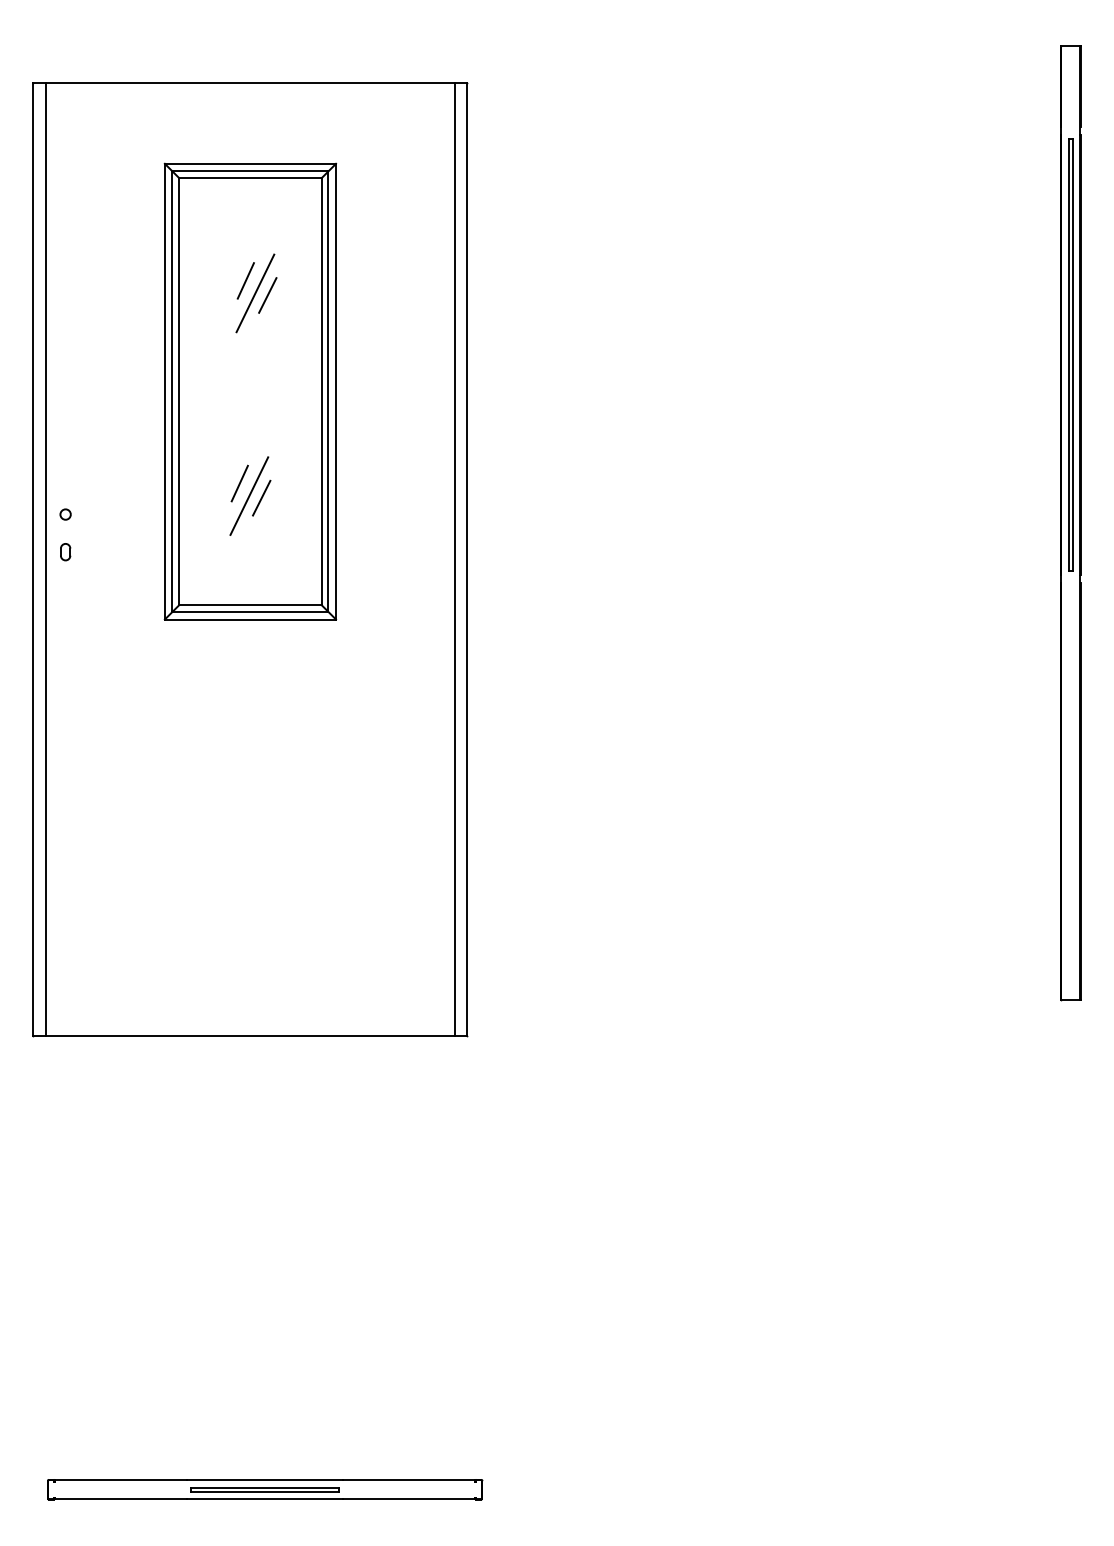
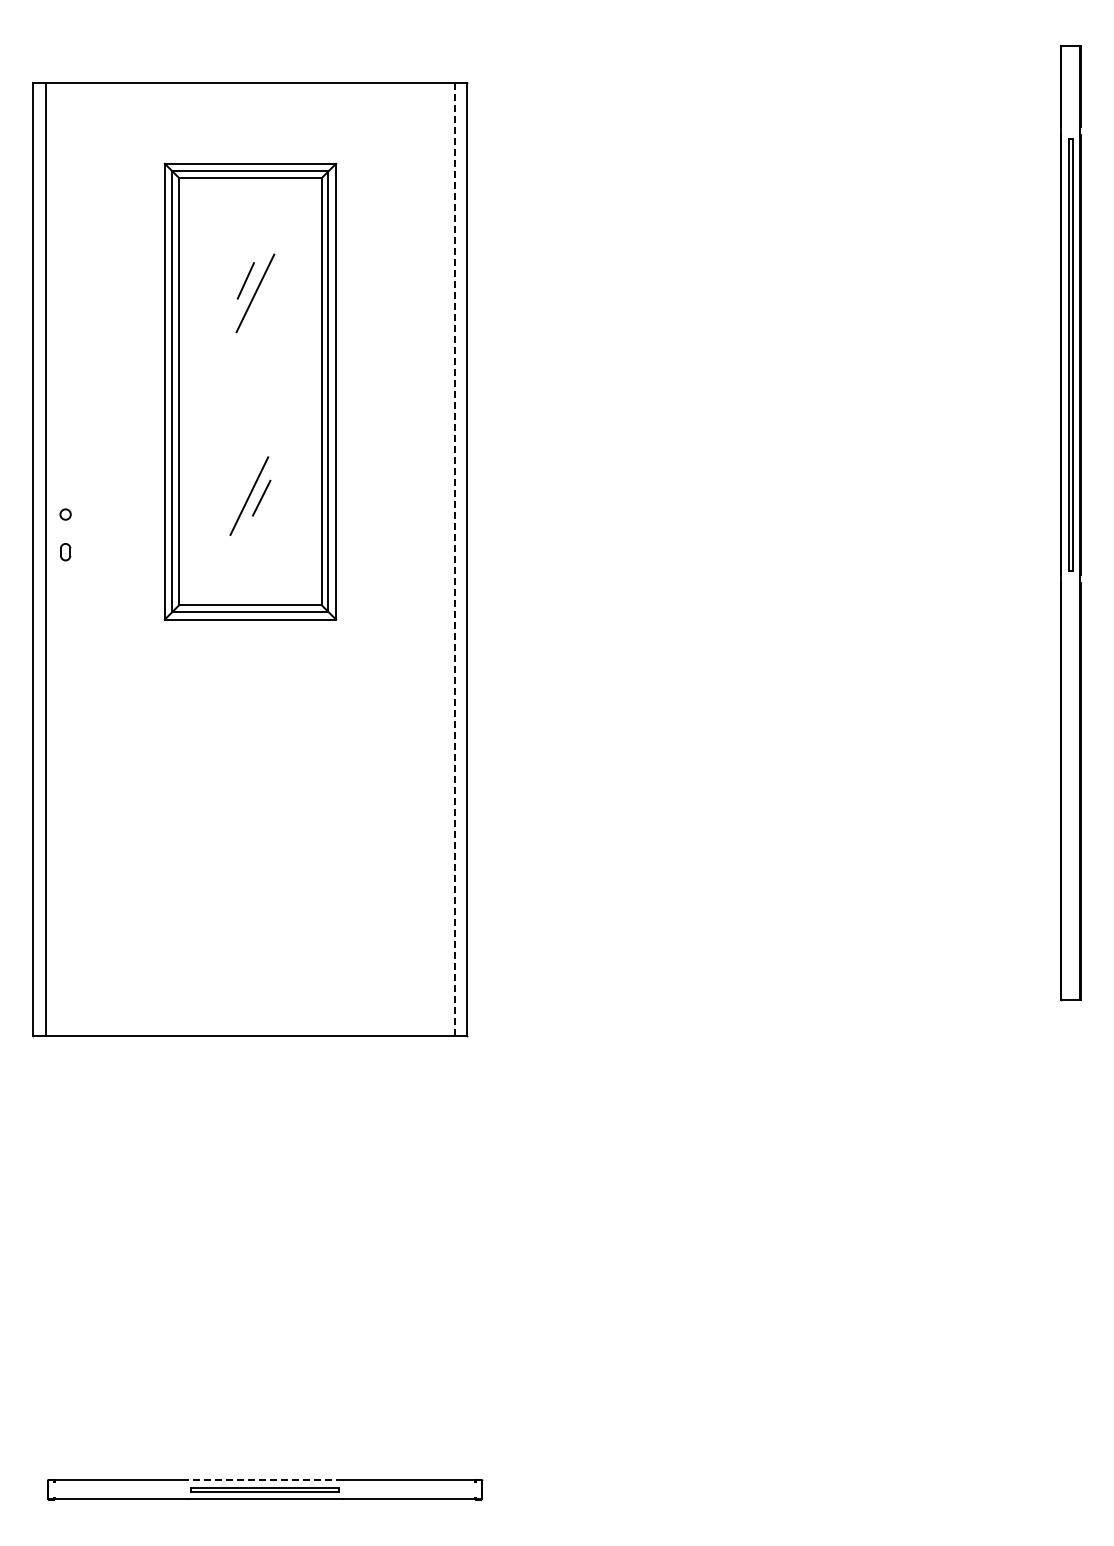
line at (267, 295): present -> none
line at (239, 483): present -> none
line at (454, 559): solid -> dashed
line at (265, 1480): solid -> dashed
